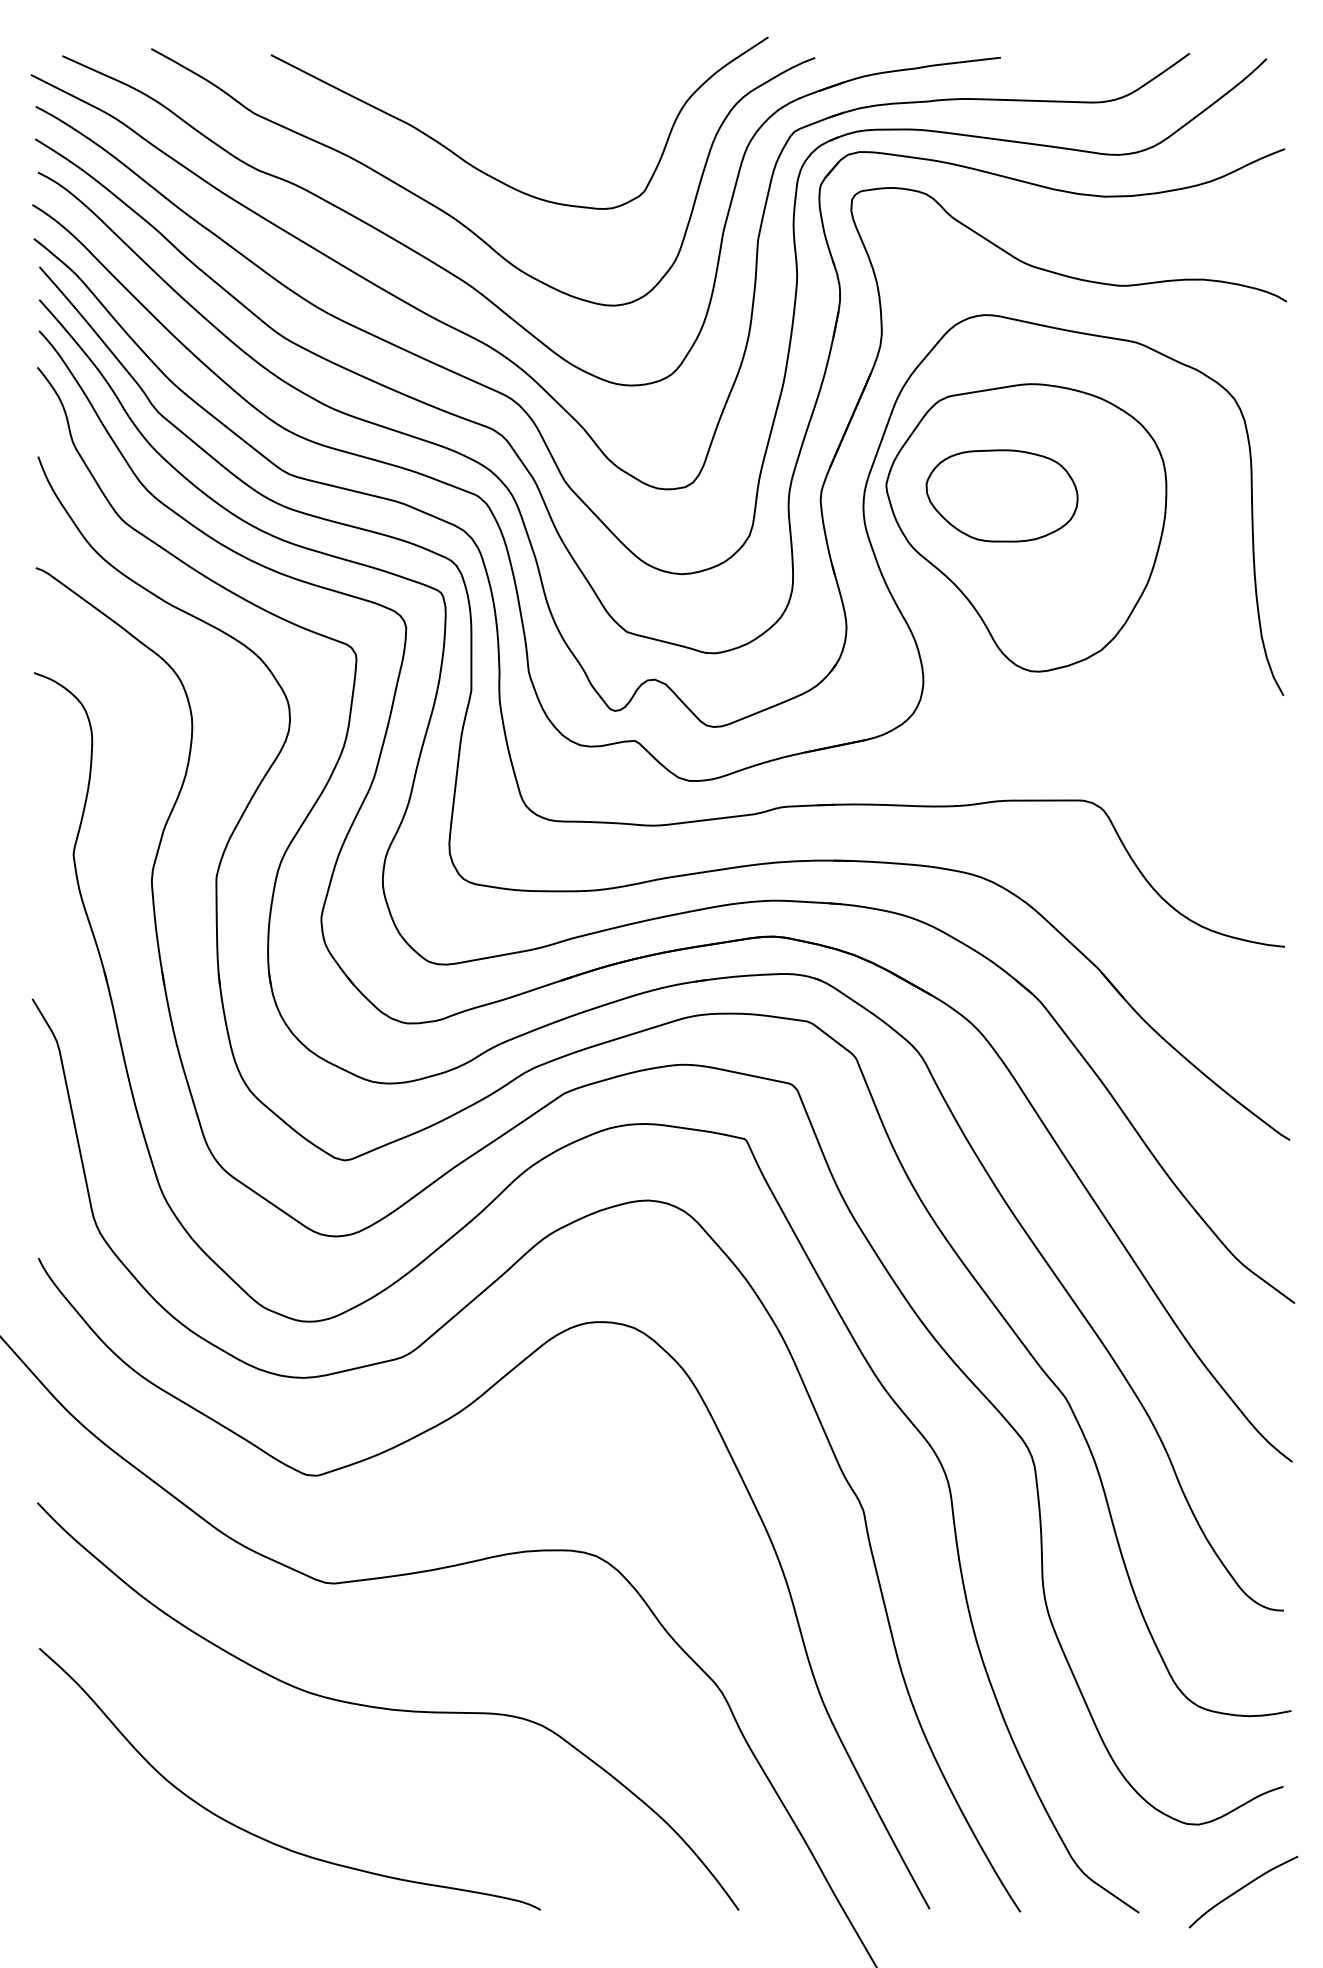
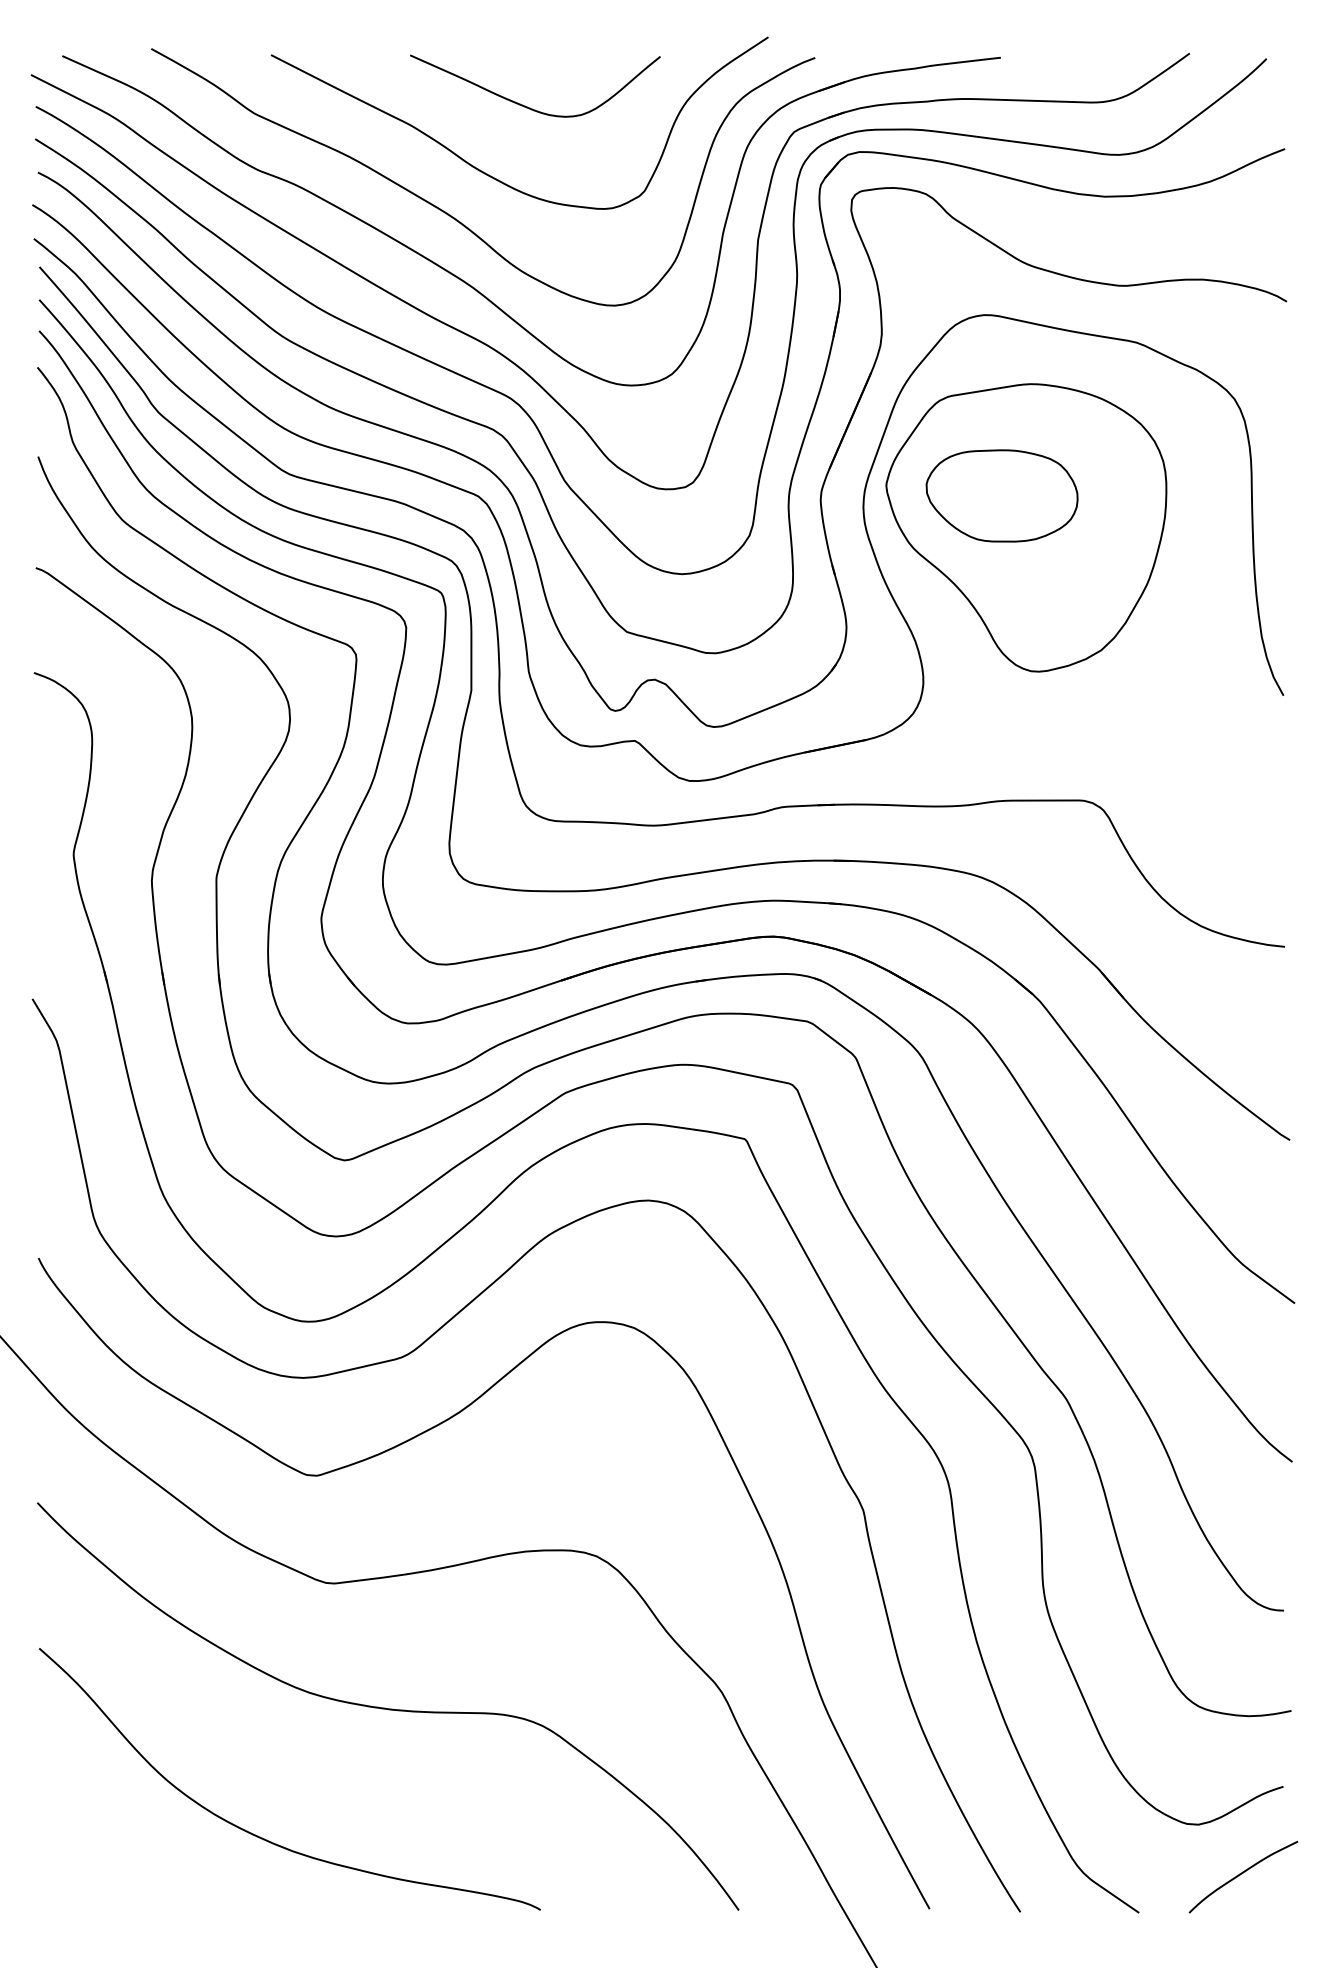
curve at (525, 105): none -> present
curve at (1242, 1889) position: (1242, 1889) -> (1242, 1874)
